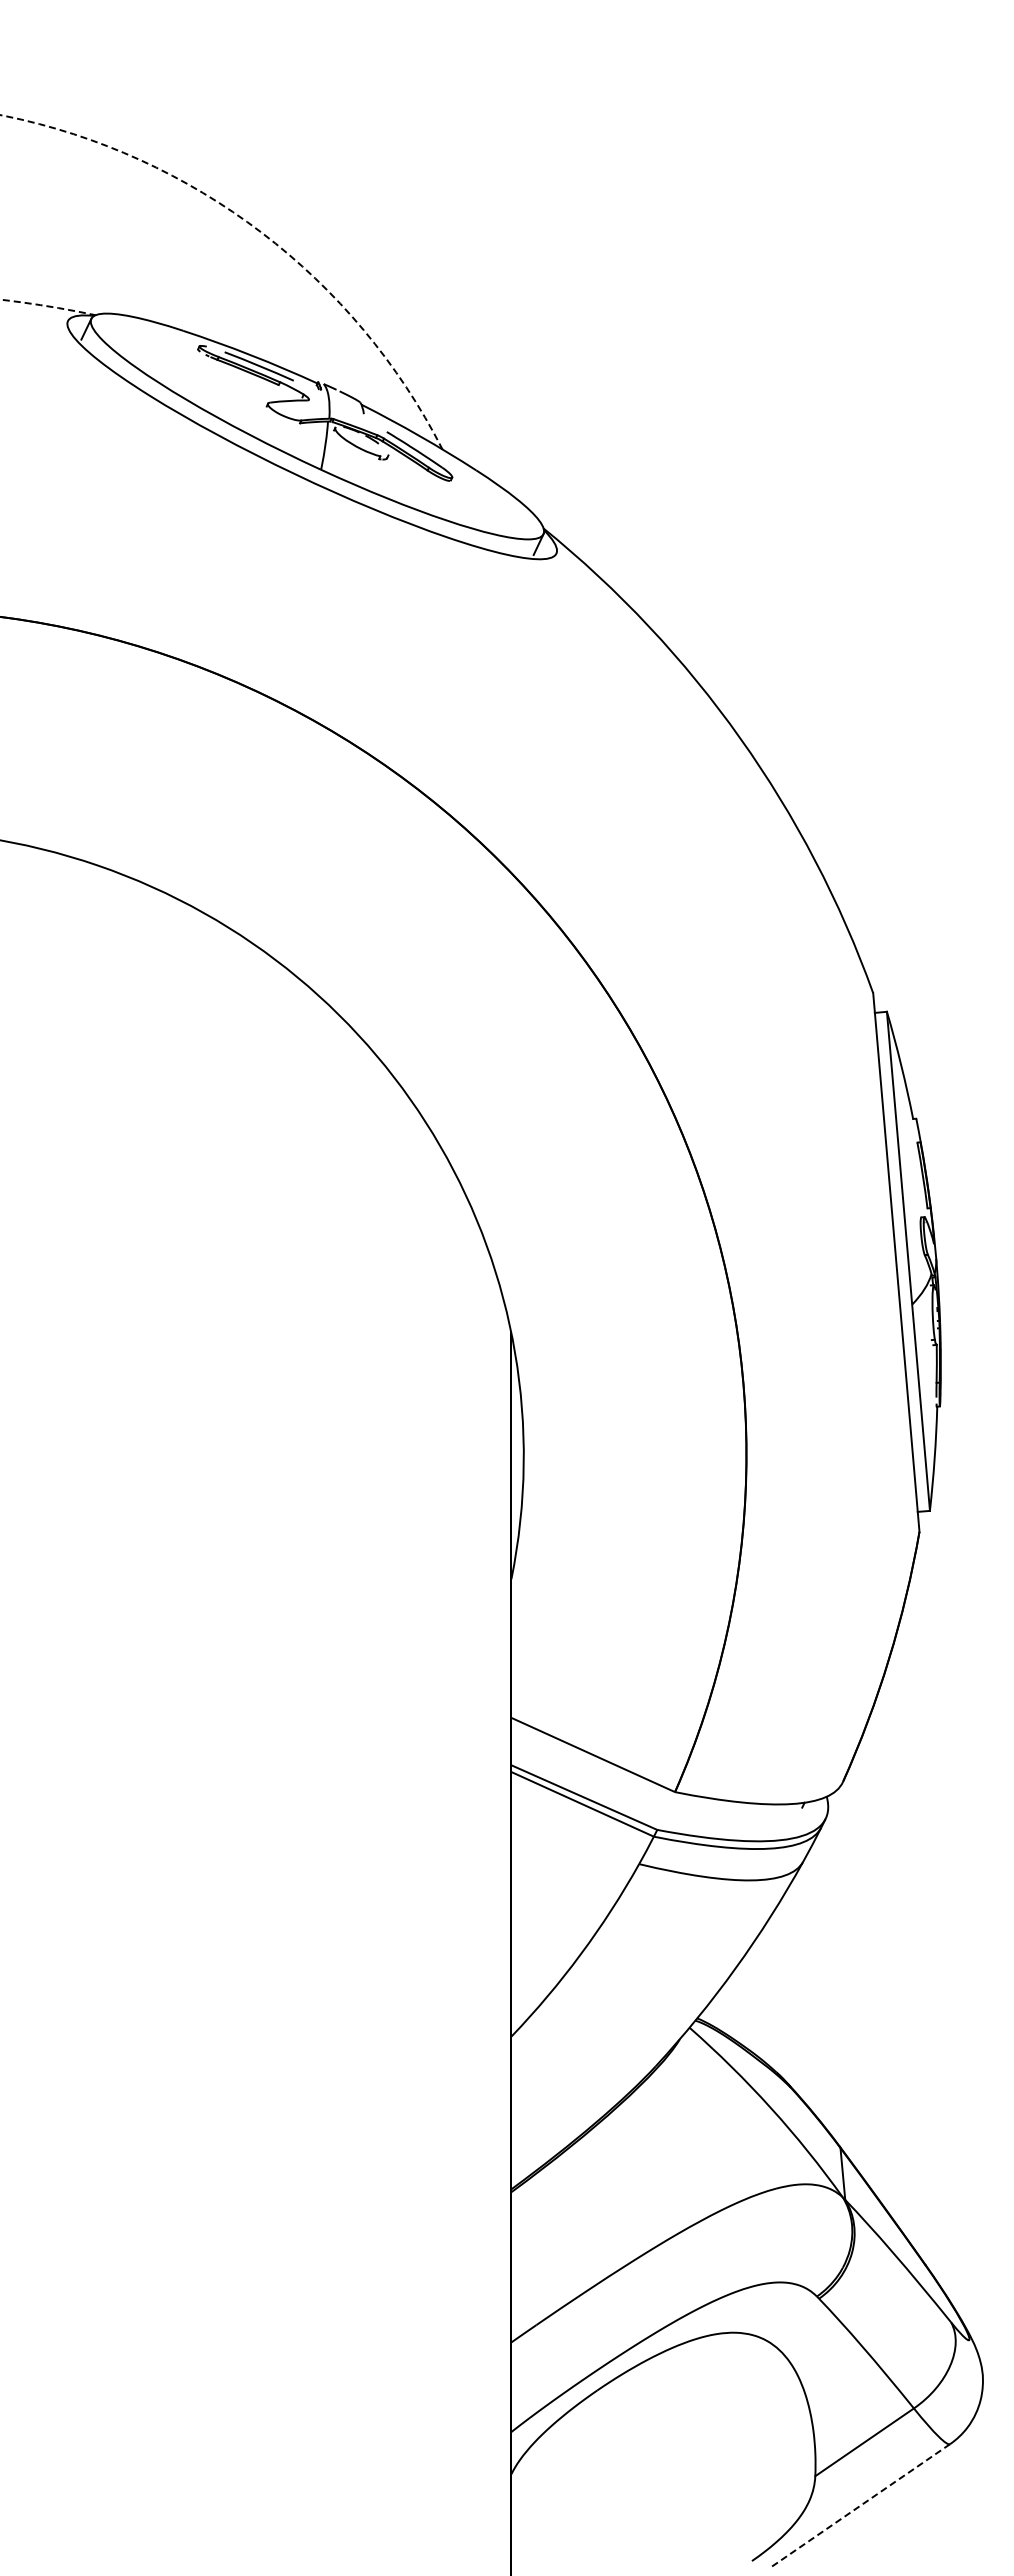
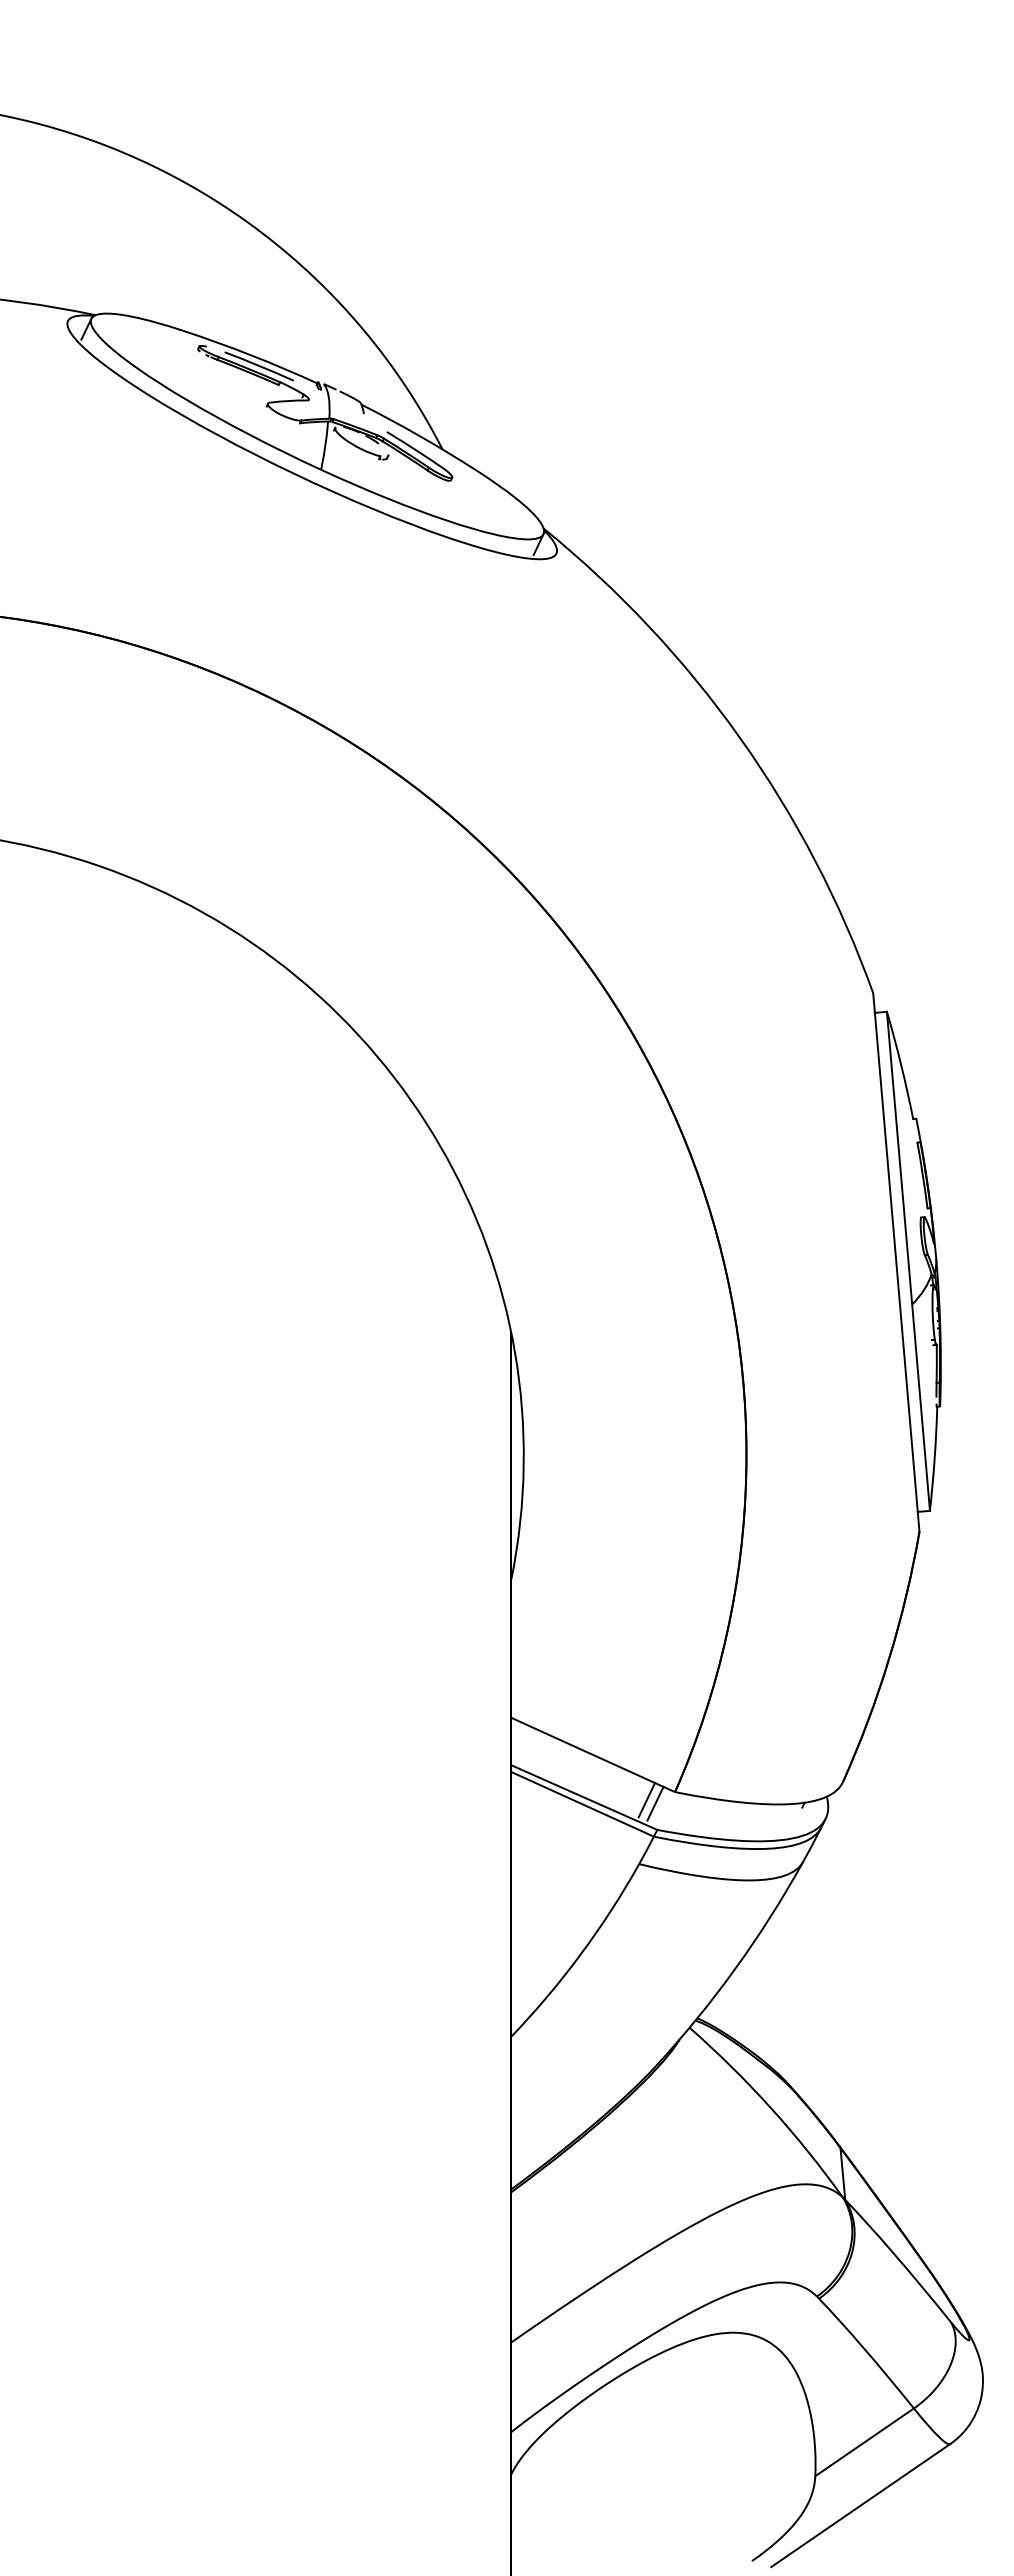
arc at (259, 231): dashed -> solid
arc at (48, 306): dashed -> solid
line at (646, 1800): none -> present
line at (655, 1803): none -> present
line at (860, 2505): dashed -> solid
